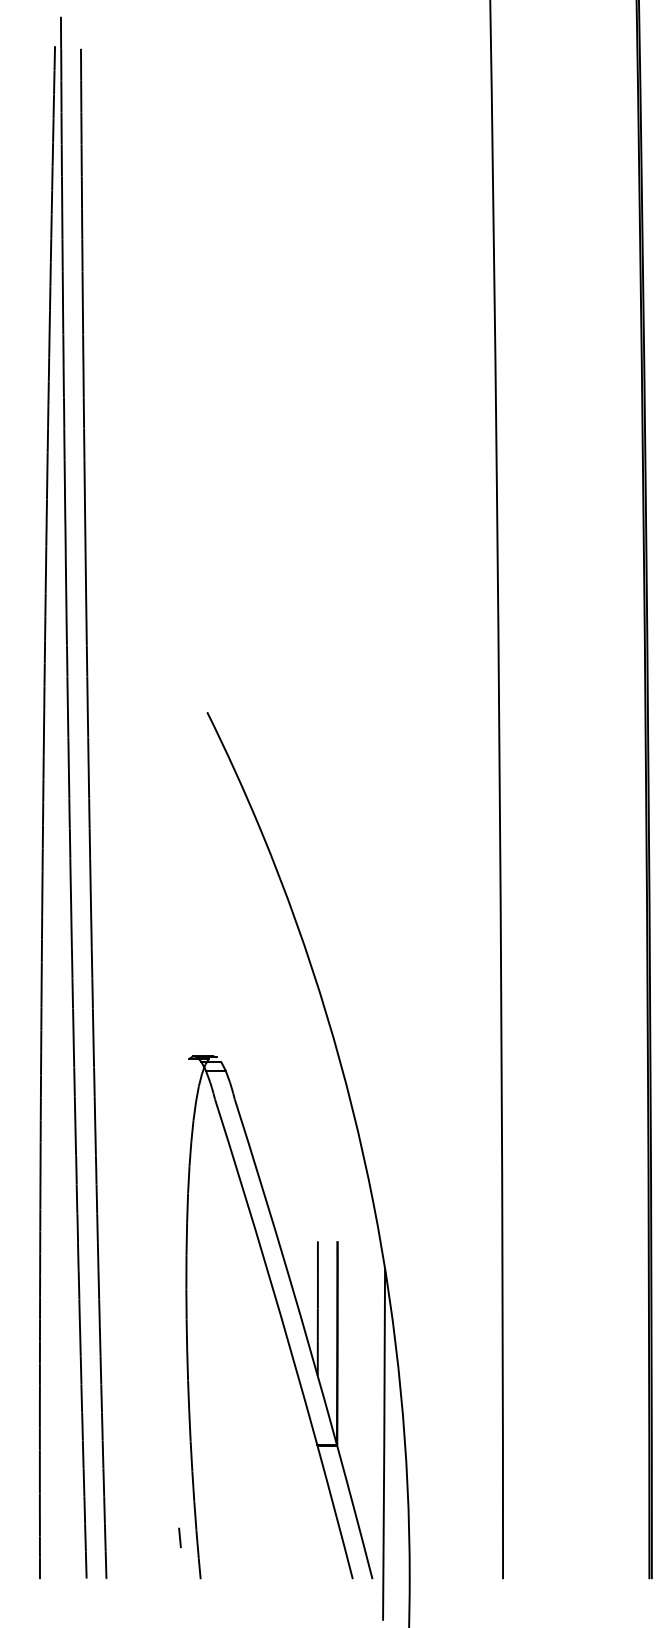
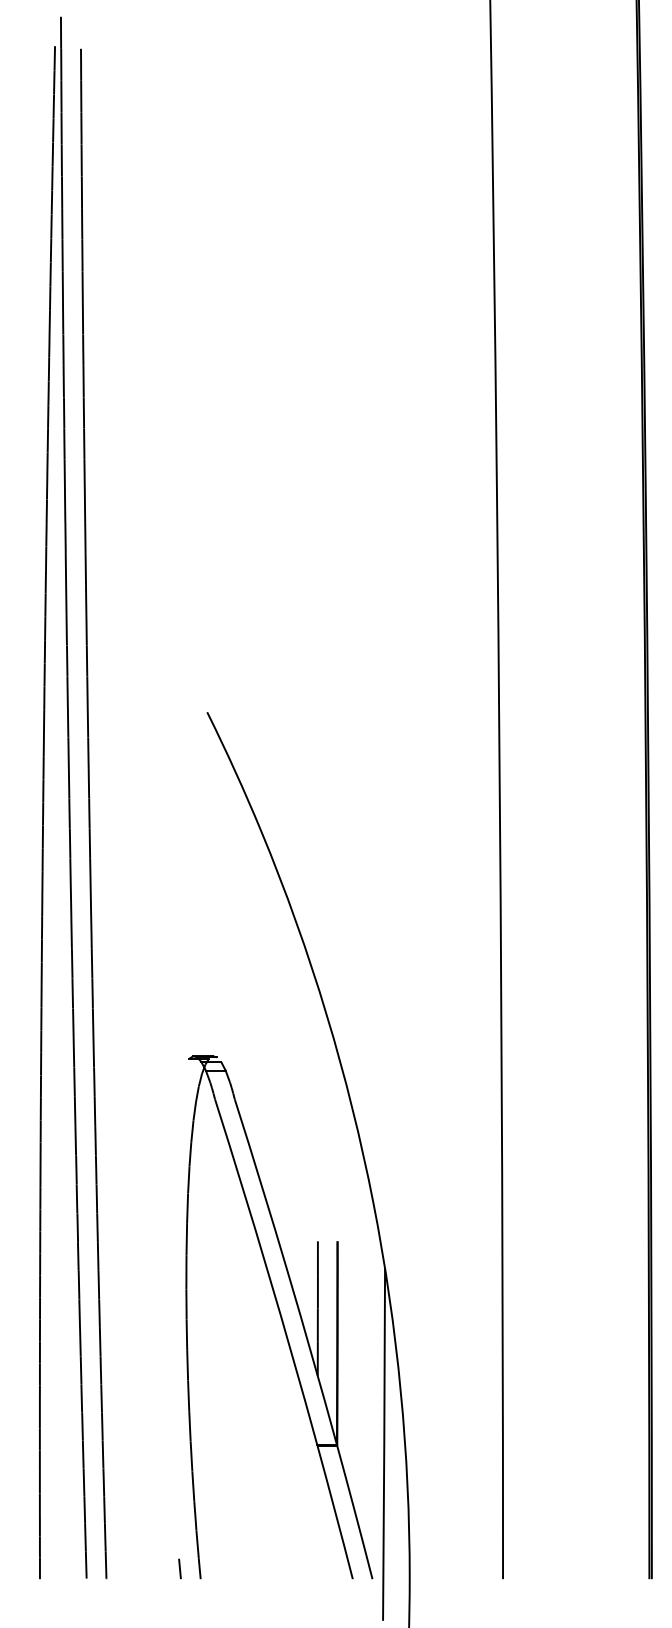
line at (179, 1537) position: (179, 1537) -> (179, 1568)
